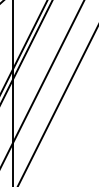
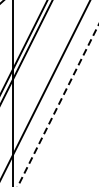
line at (42, 83) position: (42, 83) -> (45, 89)
line at (58, 105): solid -> dashed
